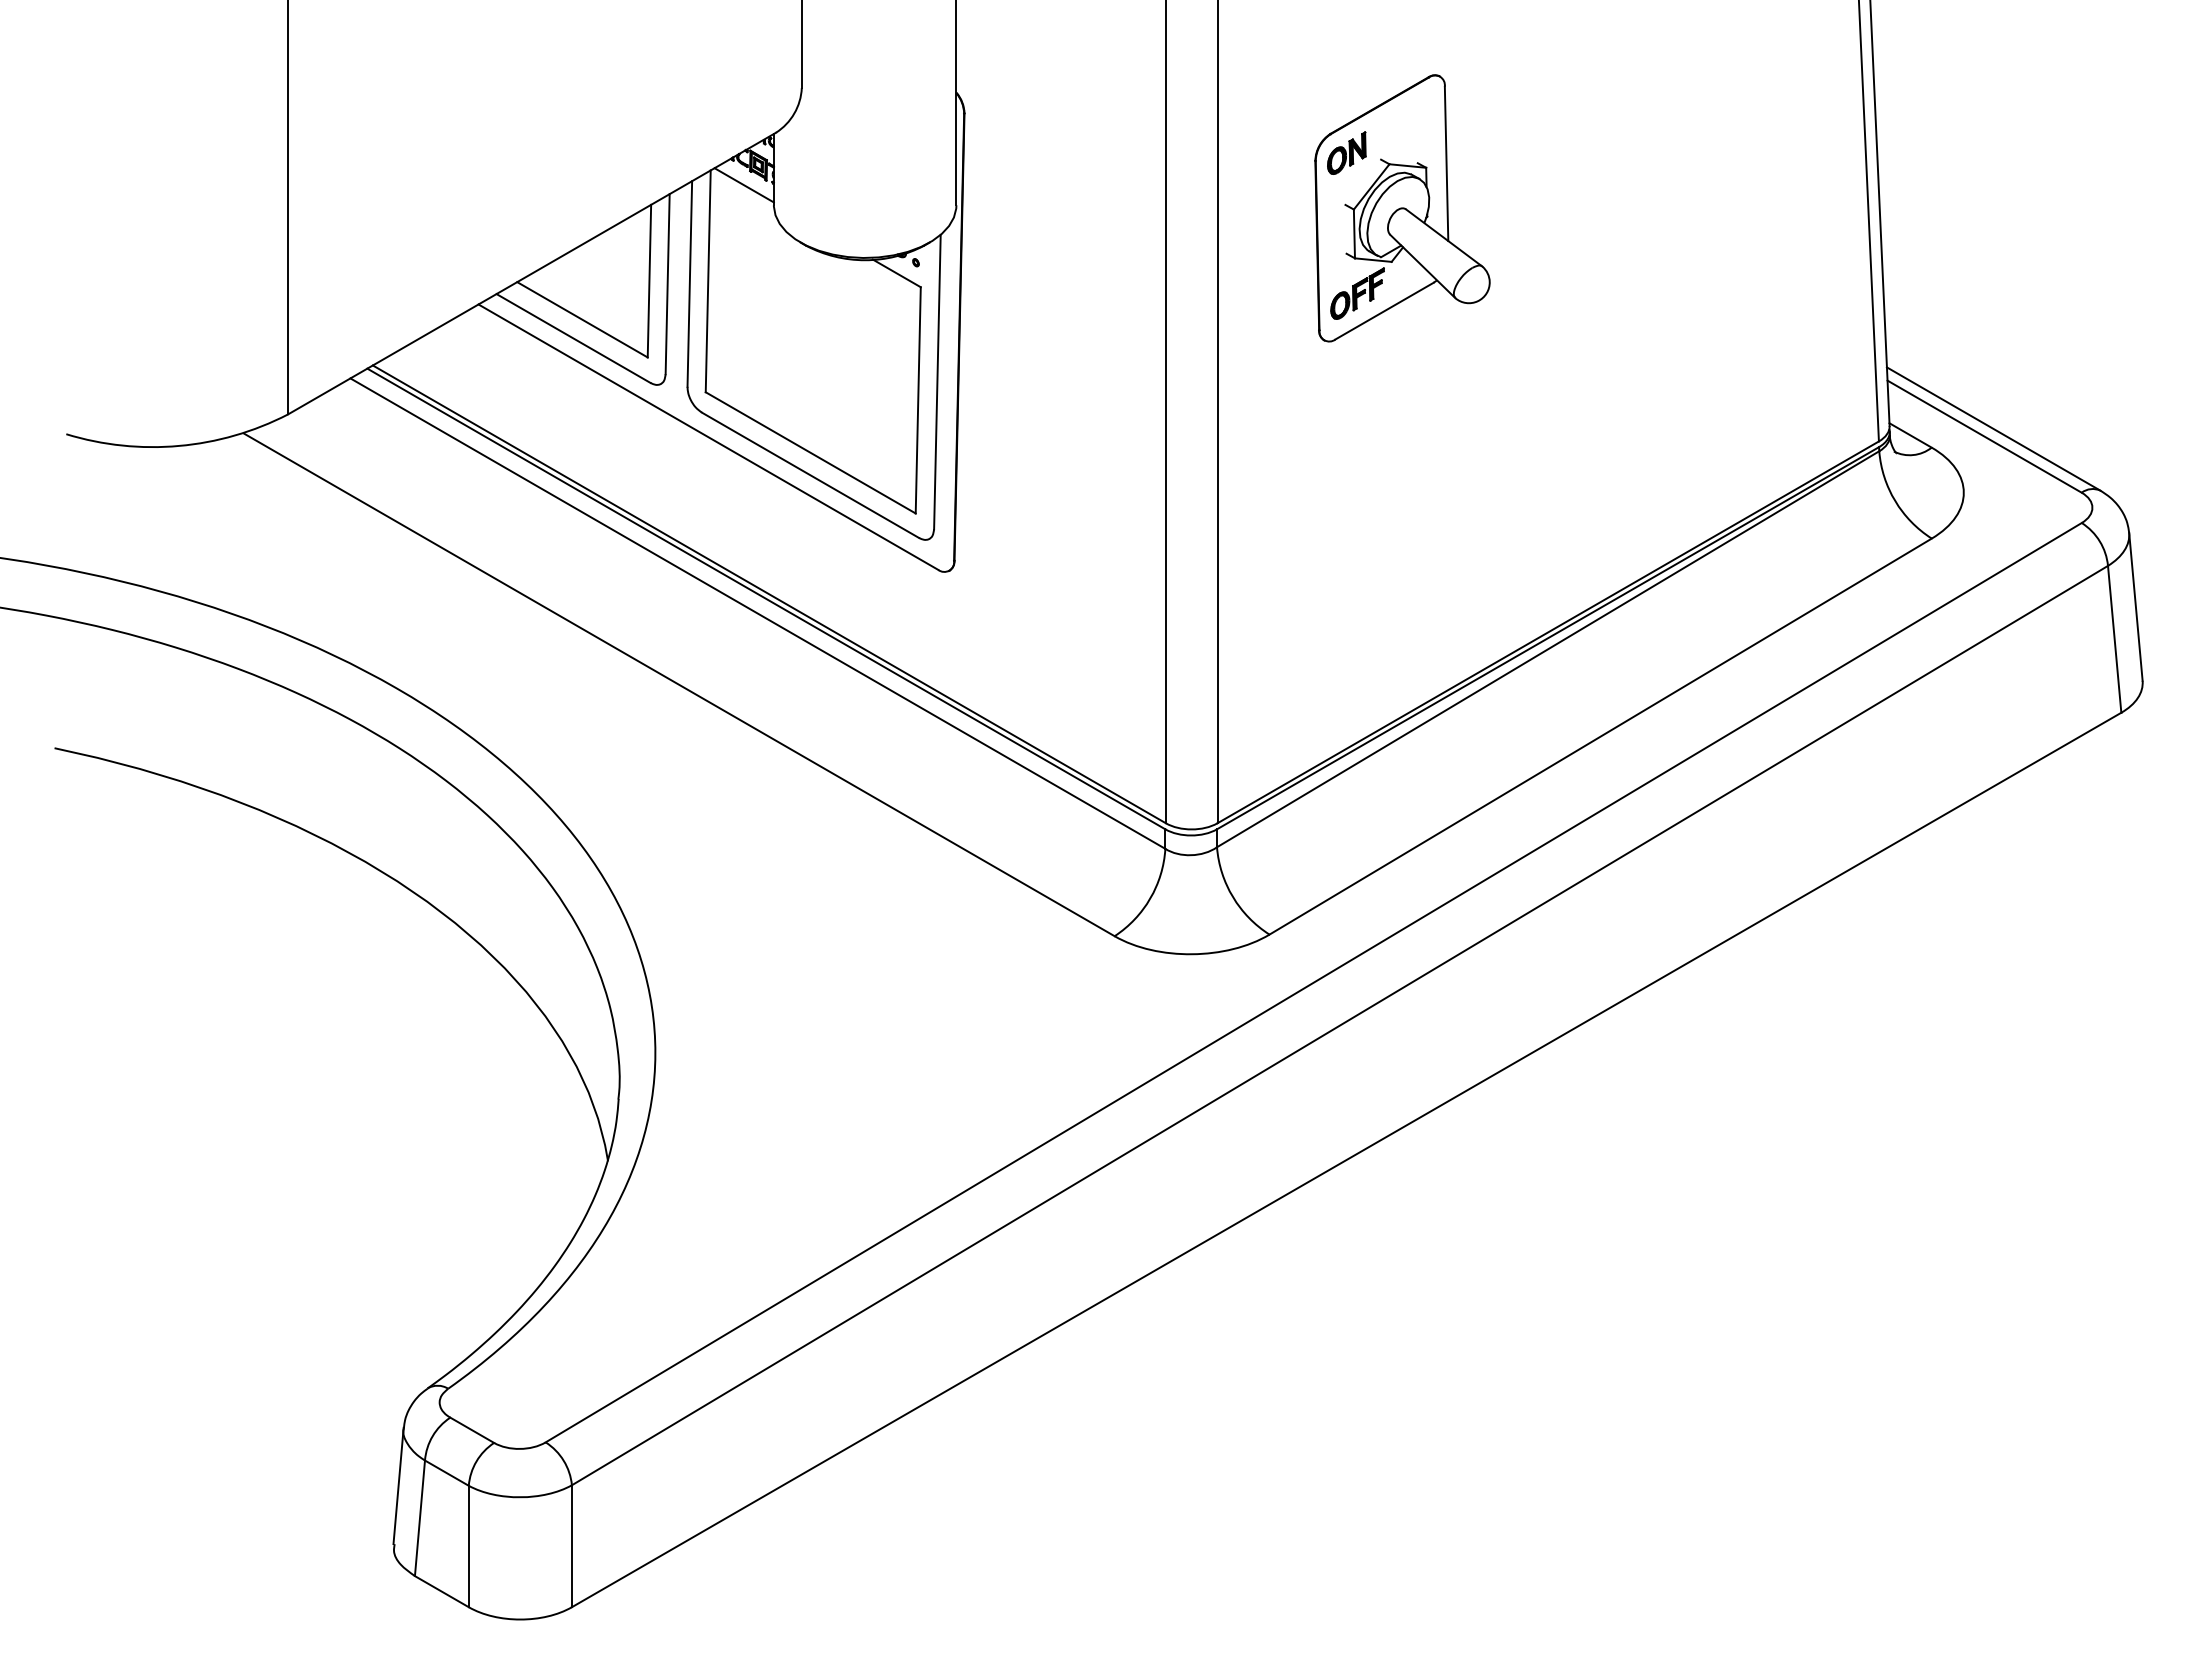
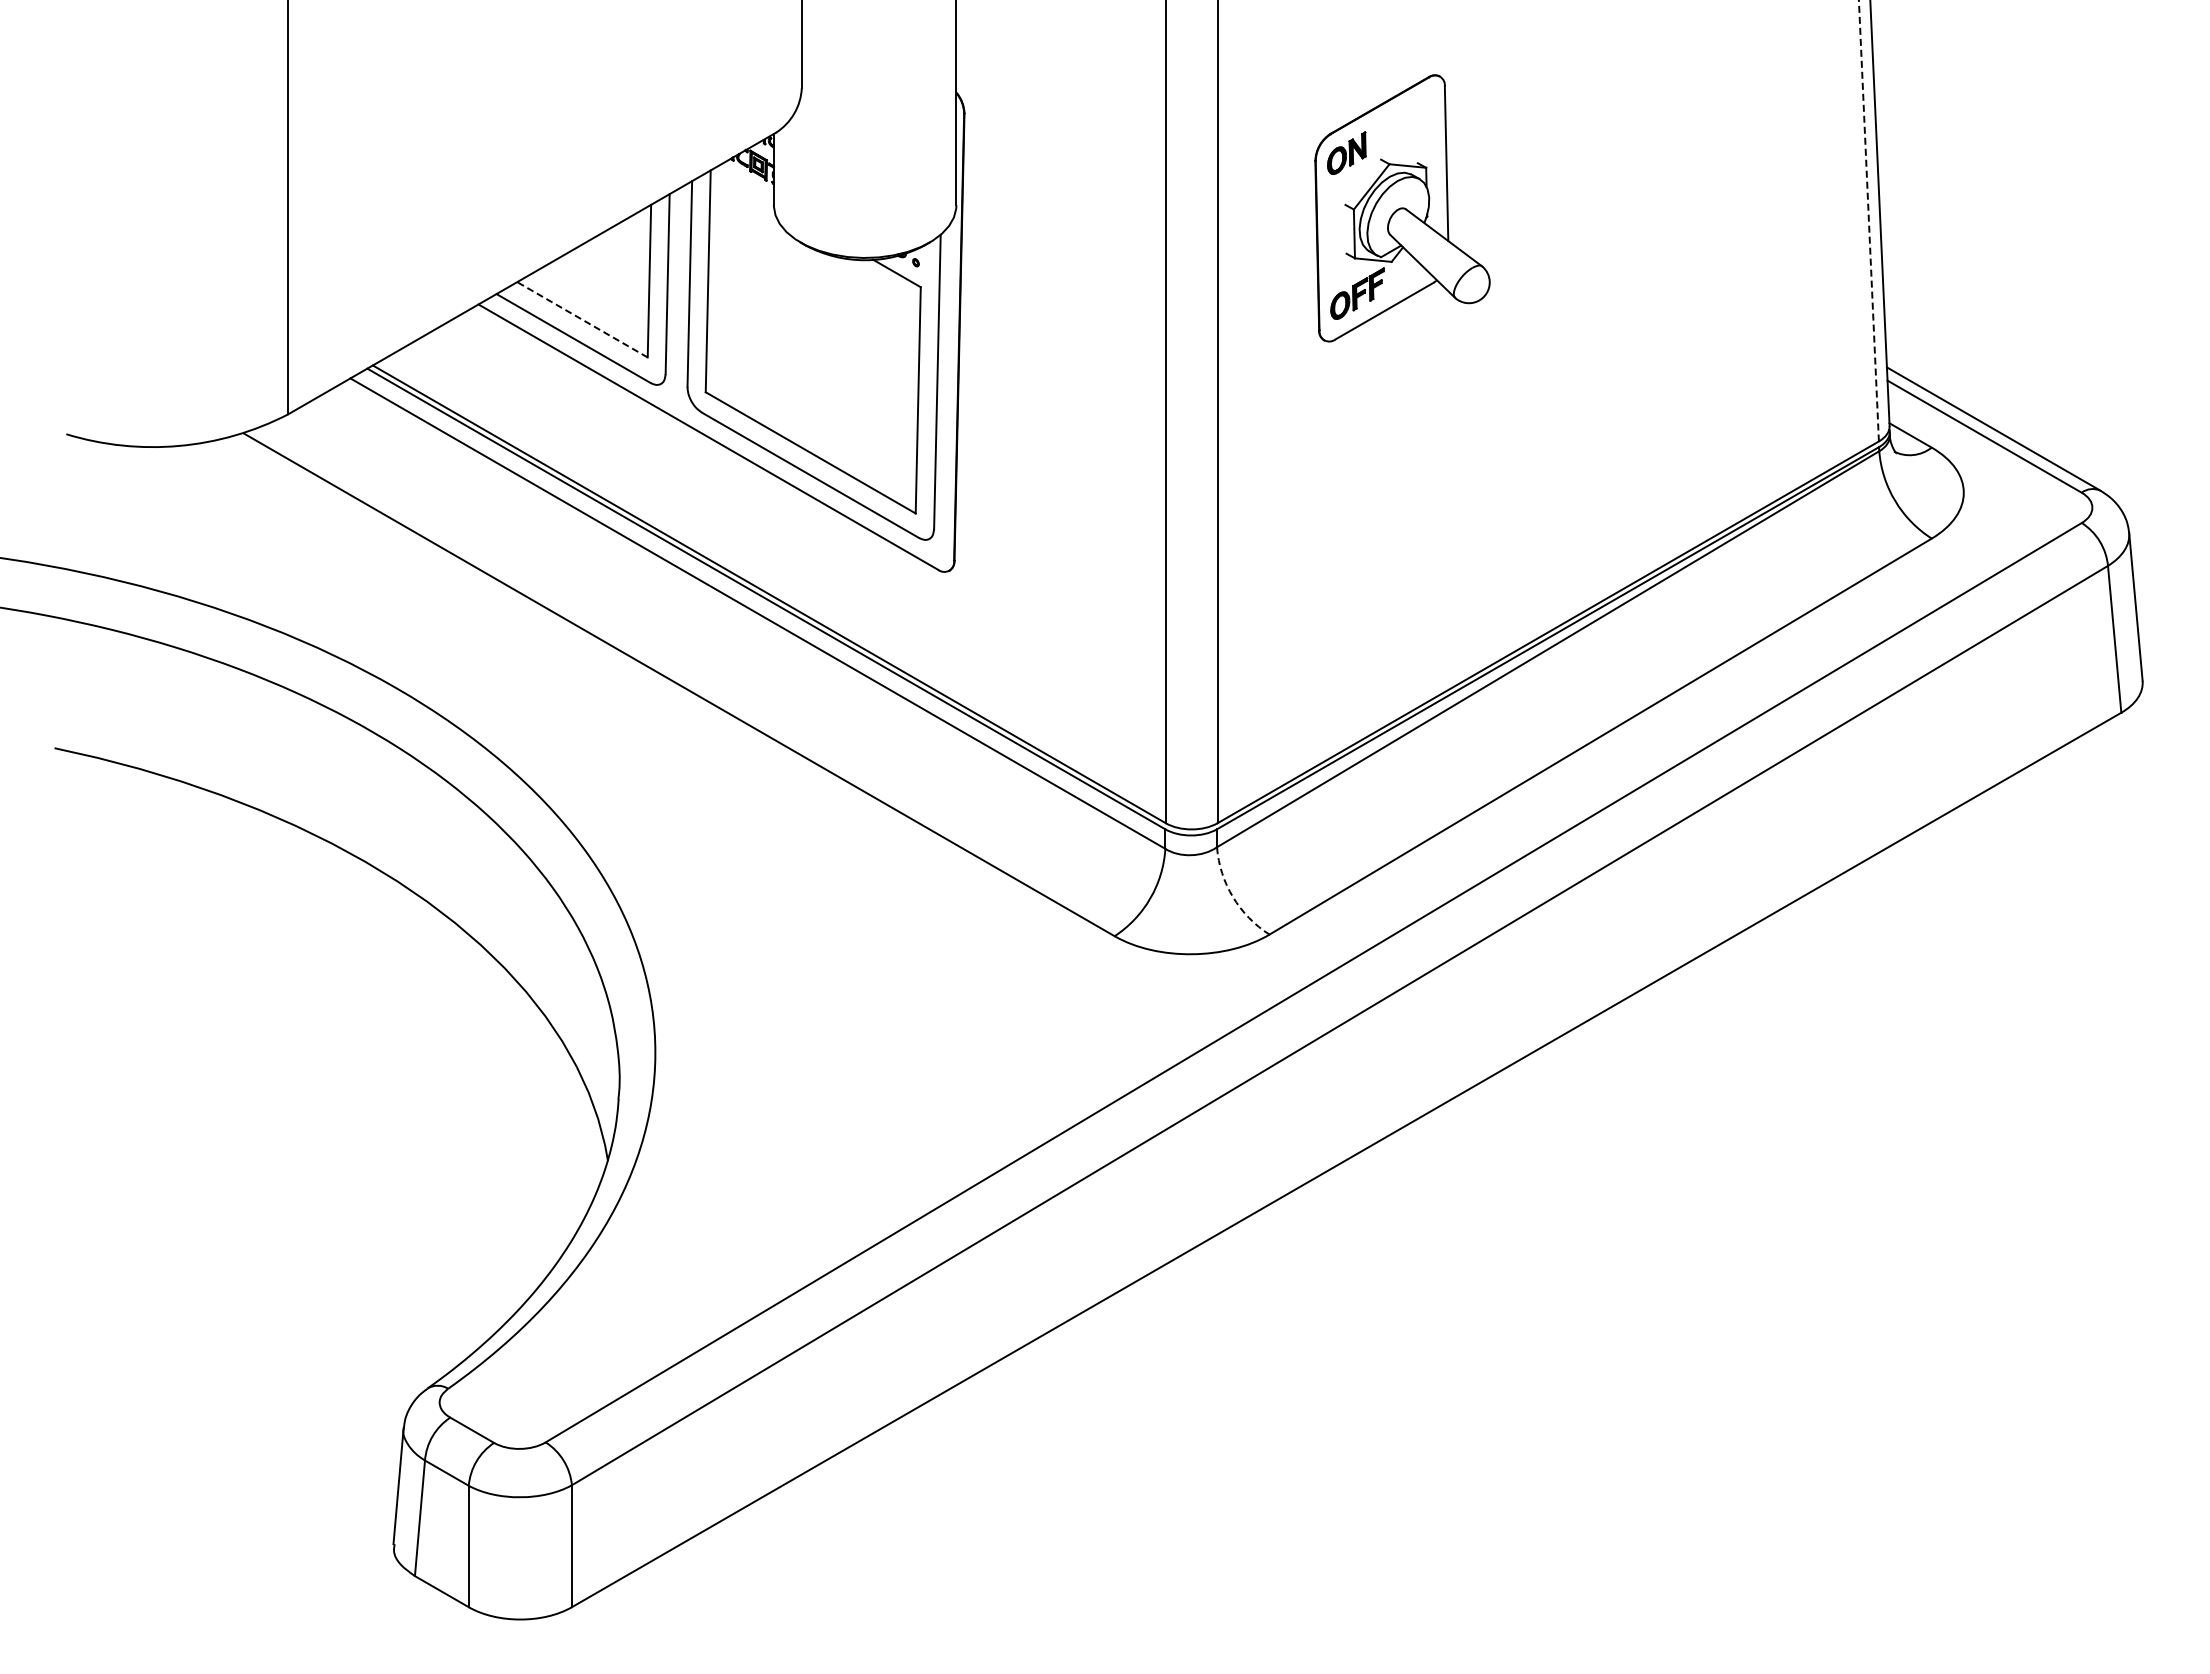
line at (743, 185): present -> none
line at (1868, 220): solid -> dashed
line at (582, 319): solid -> dashed
arc at (1233, 897): solid -> dashed
